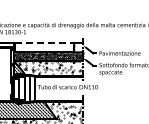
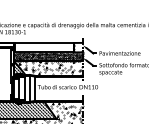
line at (44, 42): dashed -> solid
